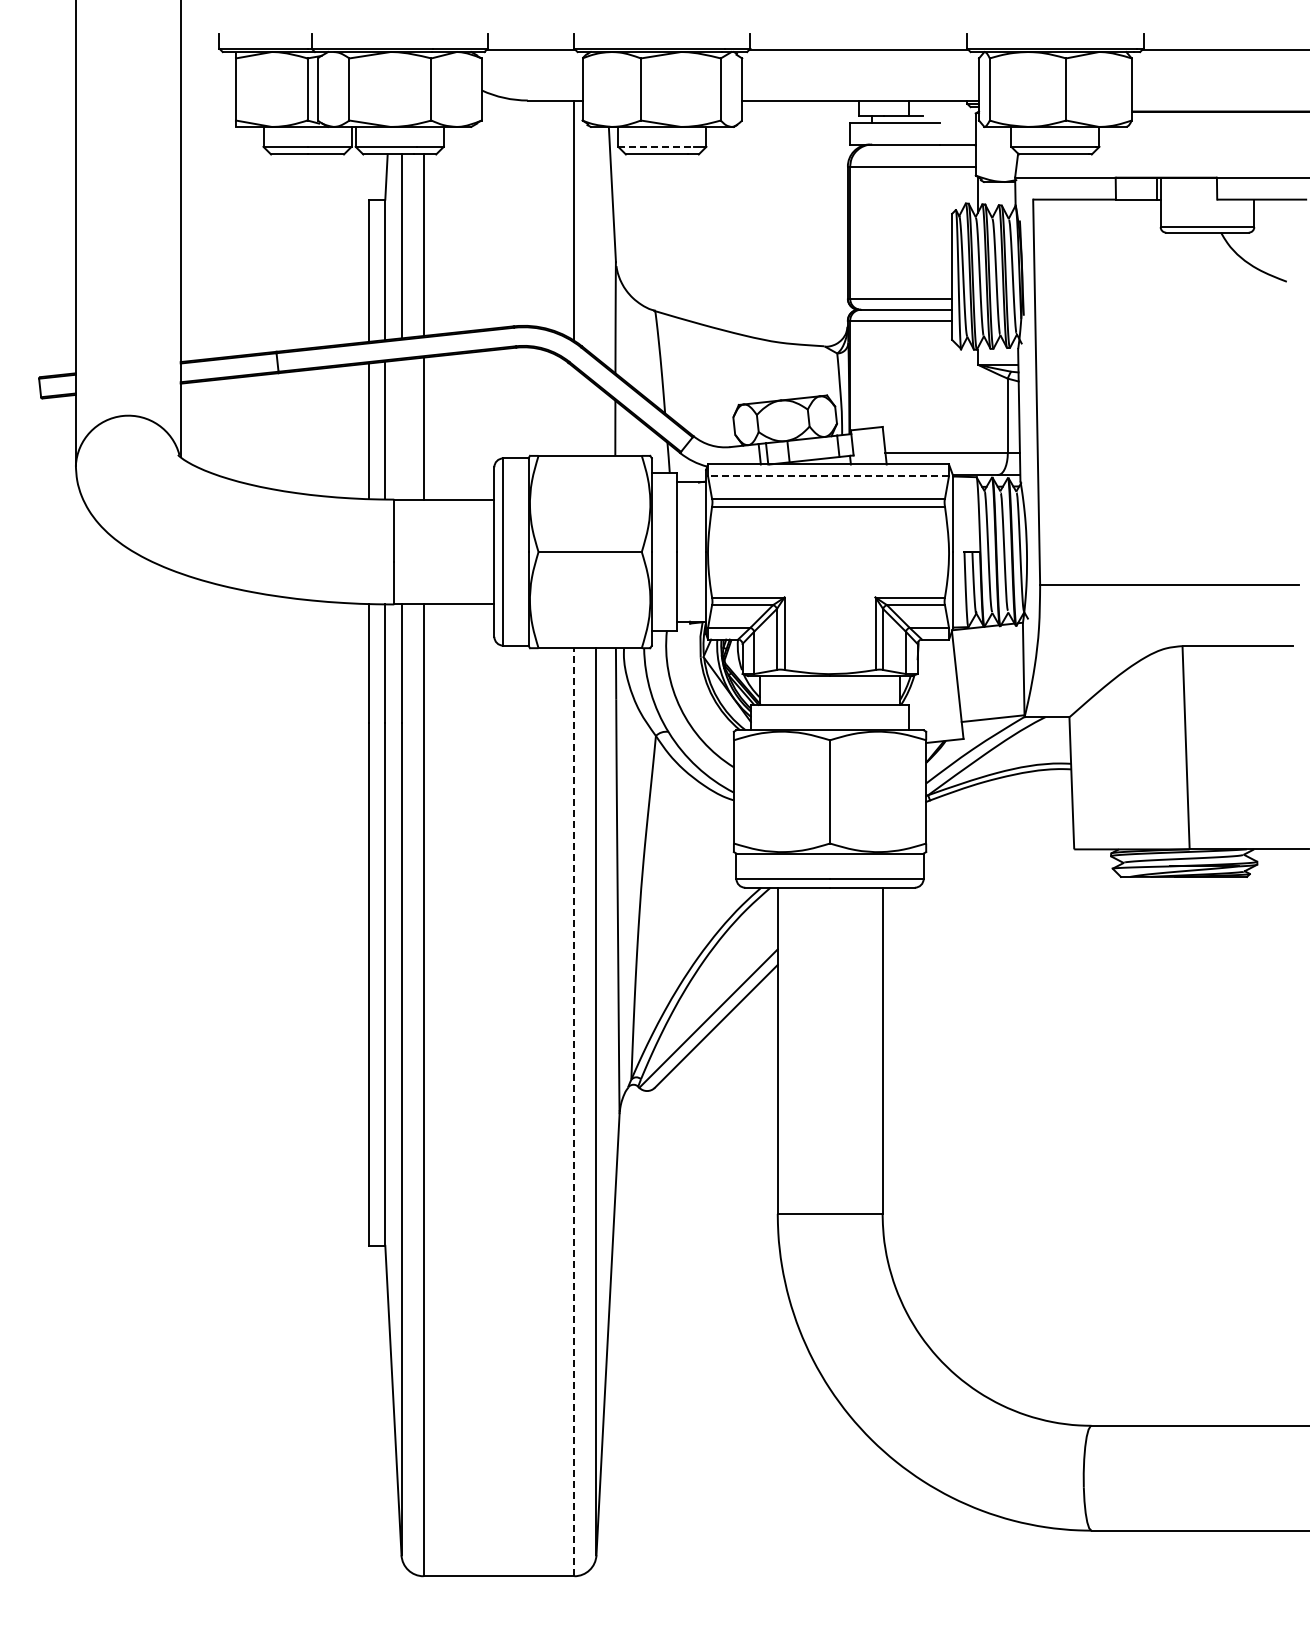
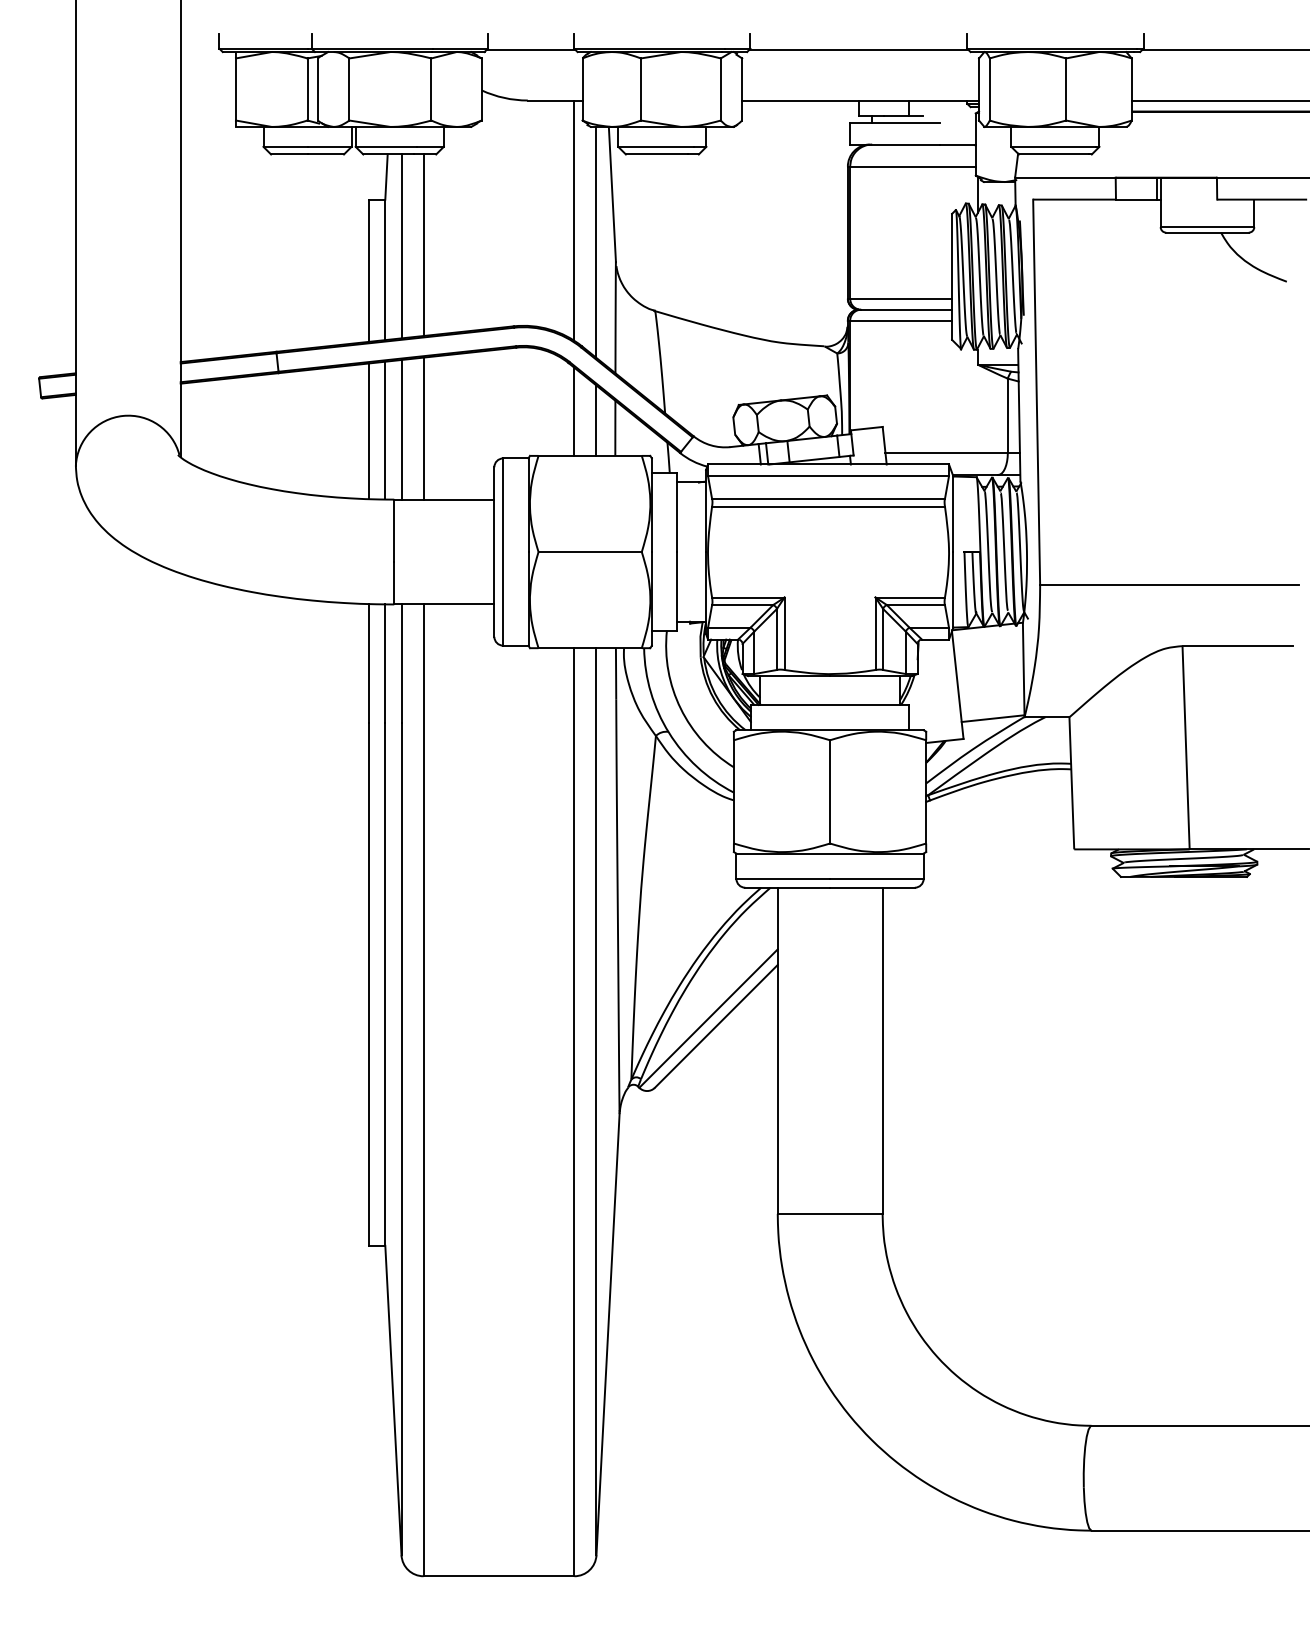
line at (1218, 100): none -> present
line at (655, 146): dashed -> solid
line at (596, 241): none -> present
line at (574, 411): none -> present
line at (596, 420): none -> present
line at (401, 429): none -> present
line at (828, 476): dashed -> solid
line at (574, 1111): dashed -> solid
